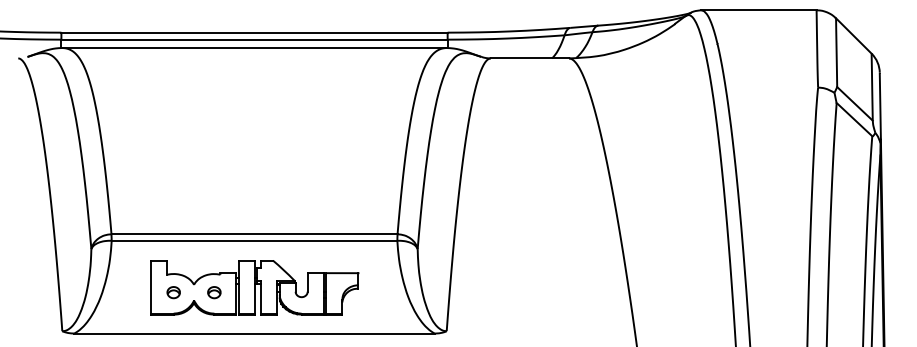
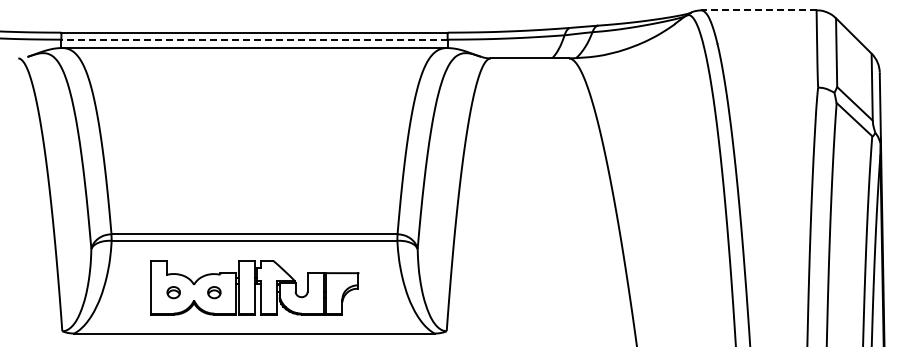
line at (758, 10): solid -> dashed
line at (254, 39): solid -> dashed
